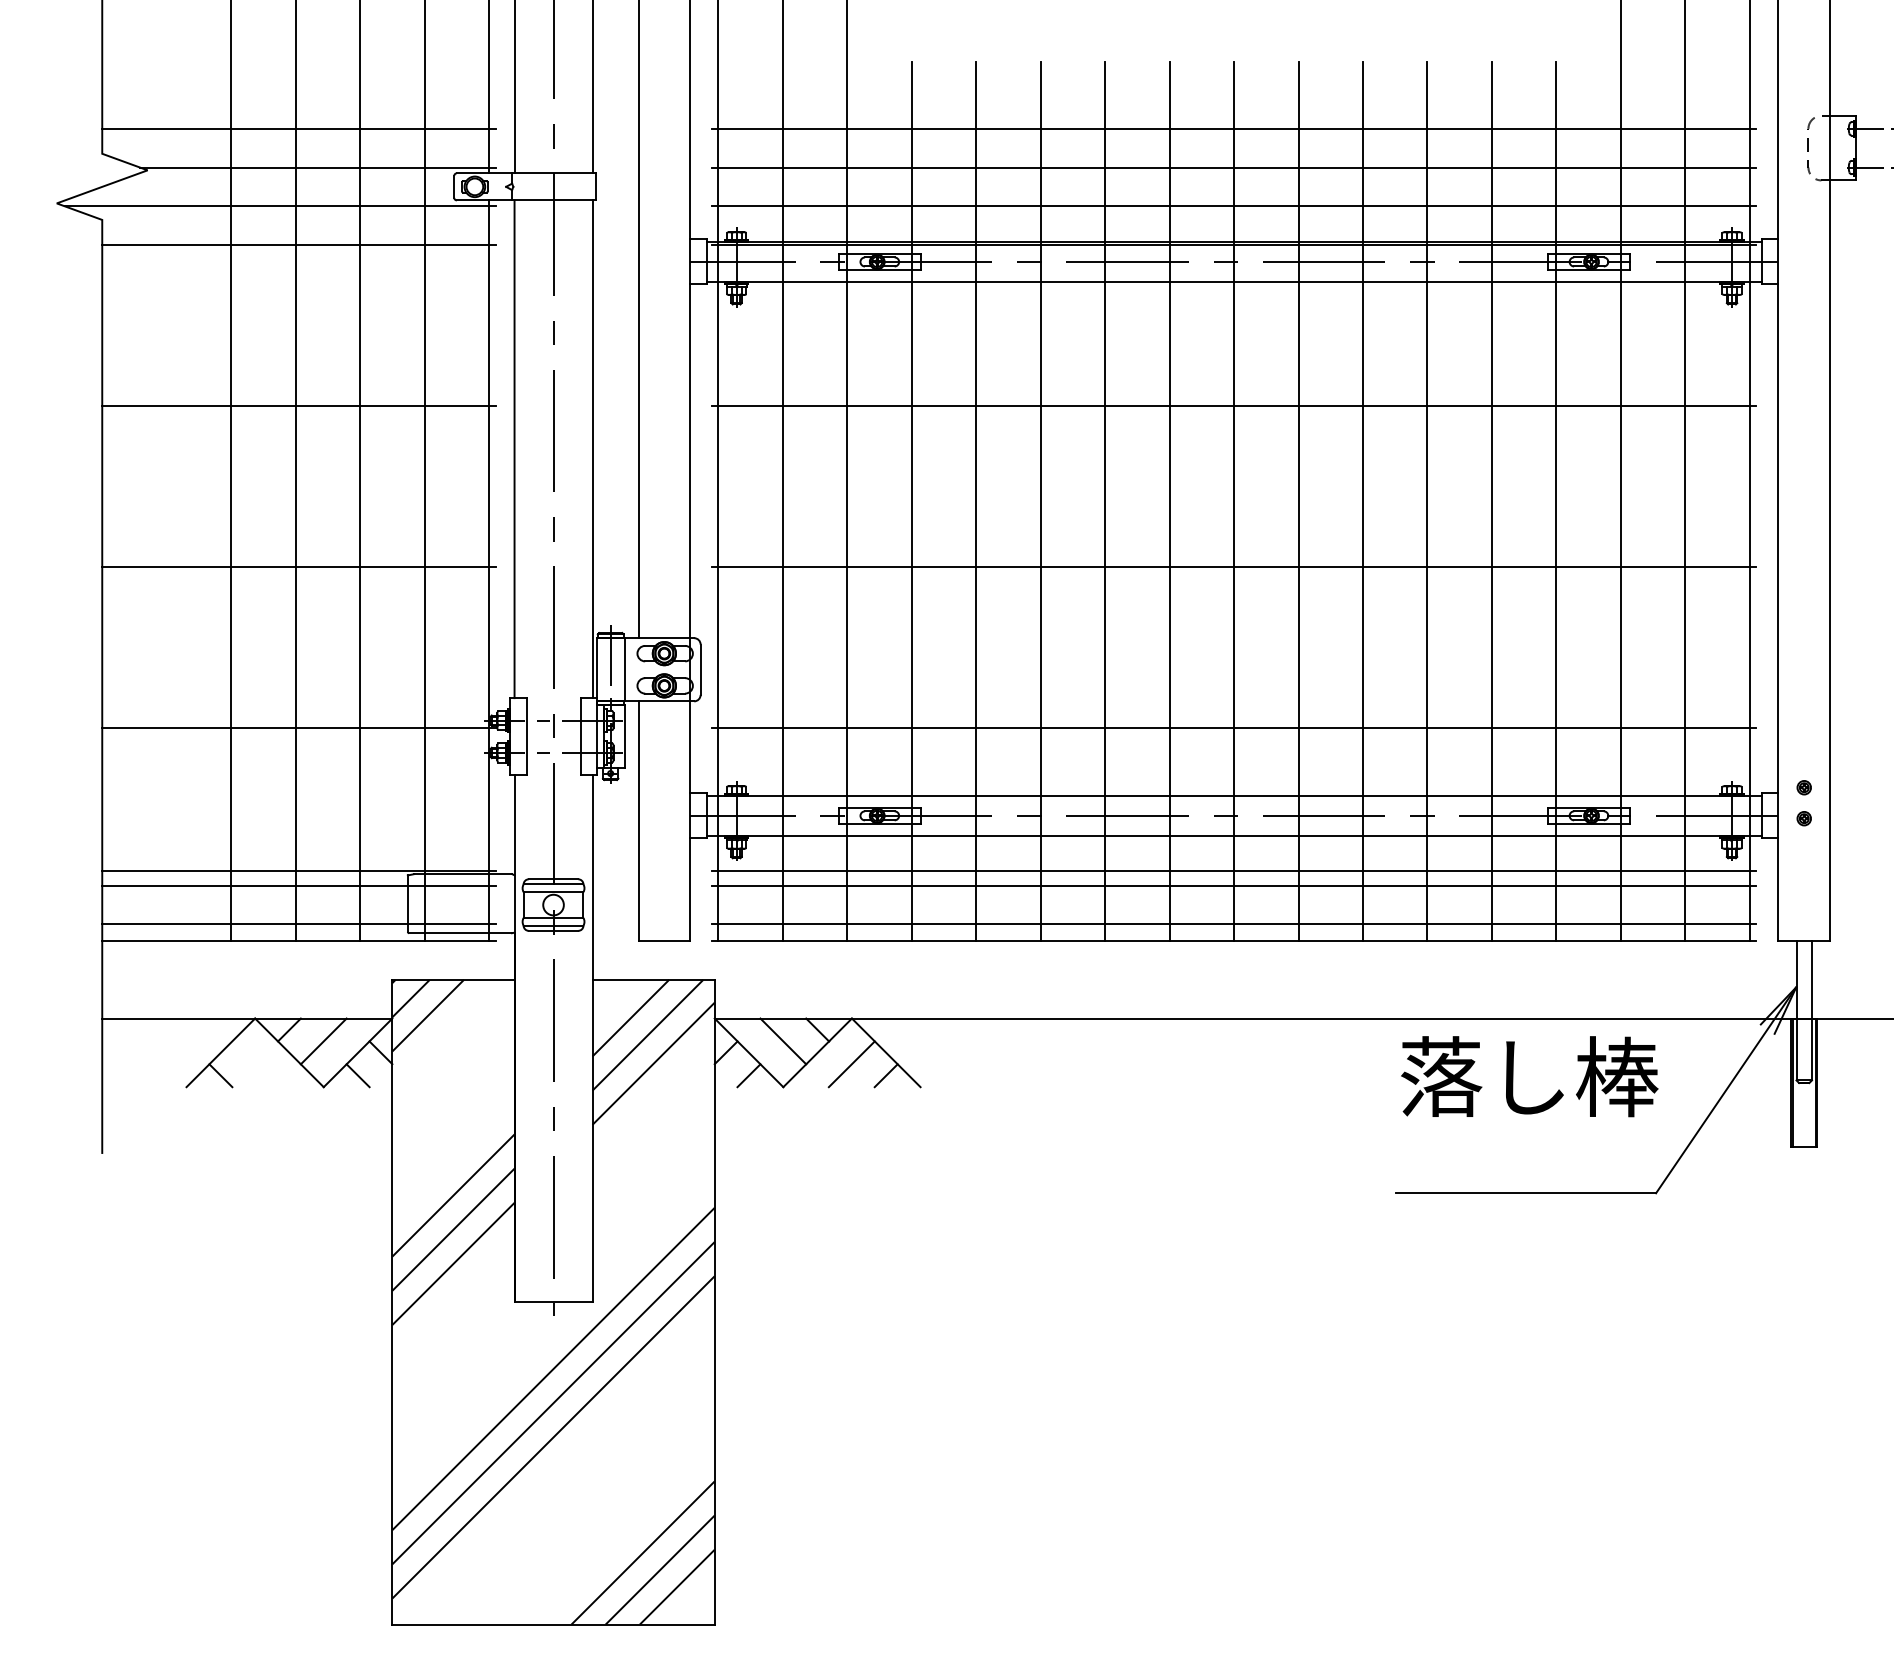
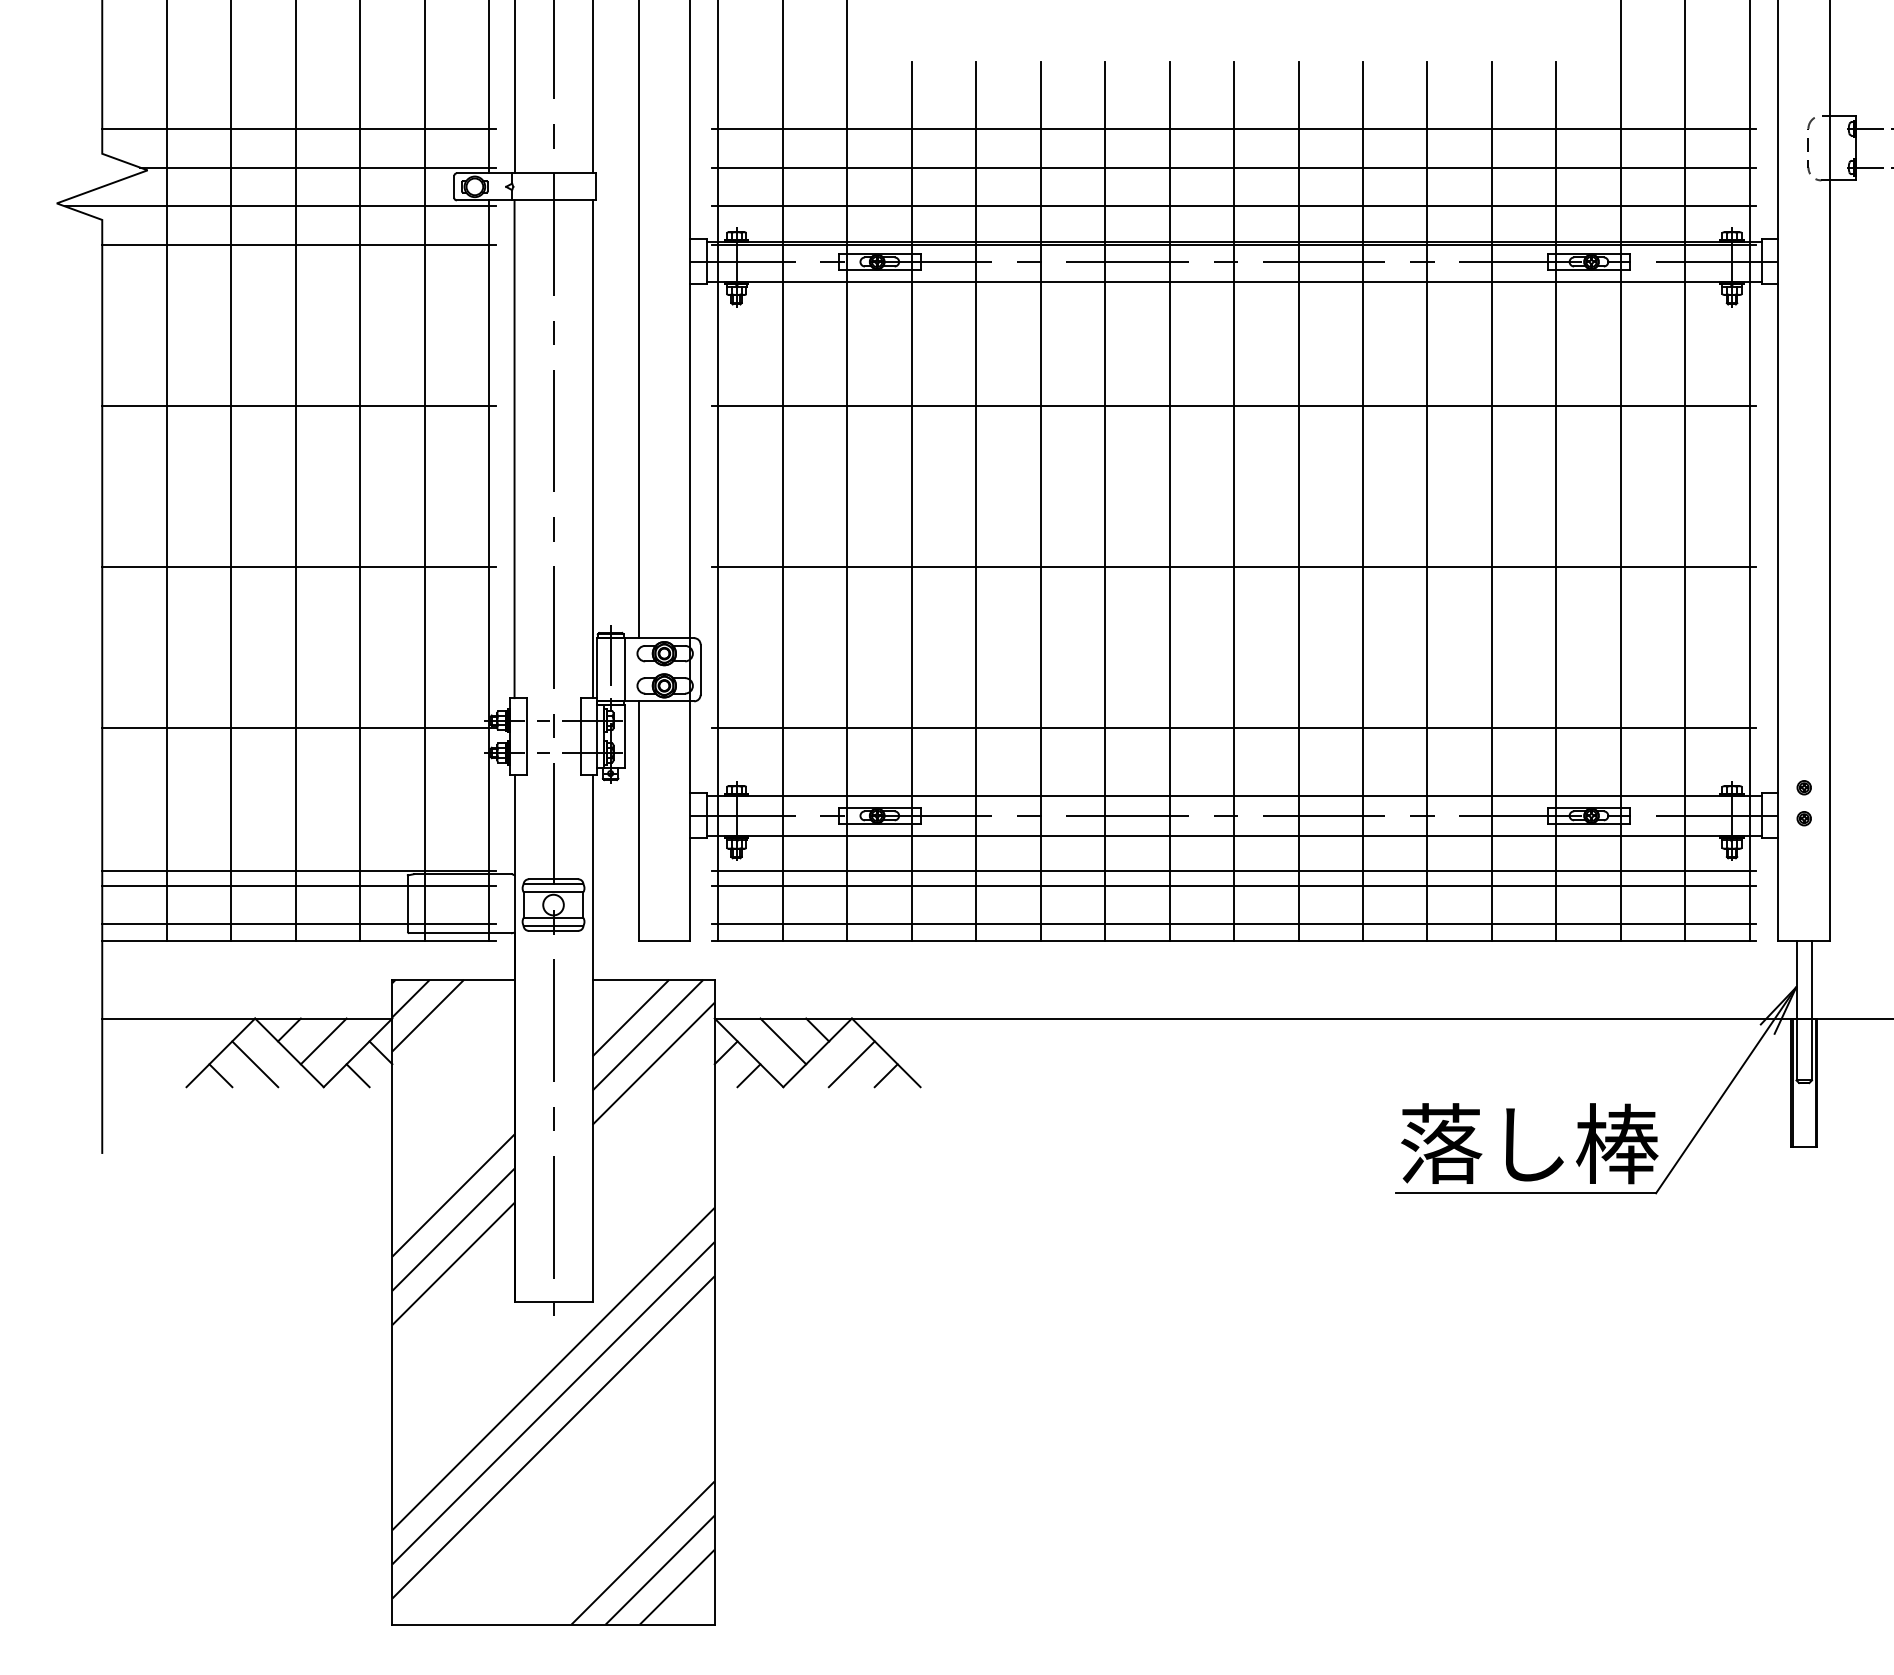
line at (166, 471): none -> present
line at (255, 1064): none -> present
text at (1529, 1076) position: (1529, 1076) -> (1529, 1143)
